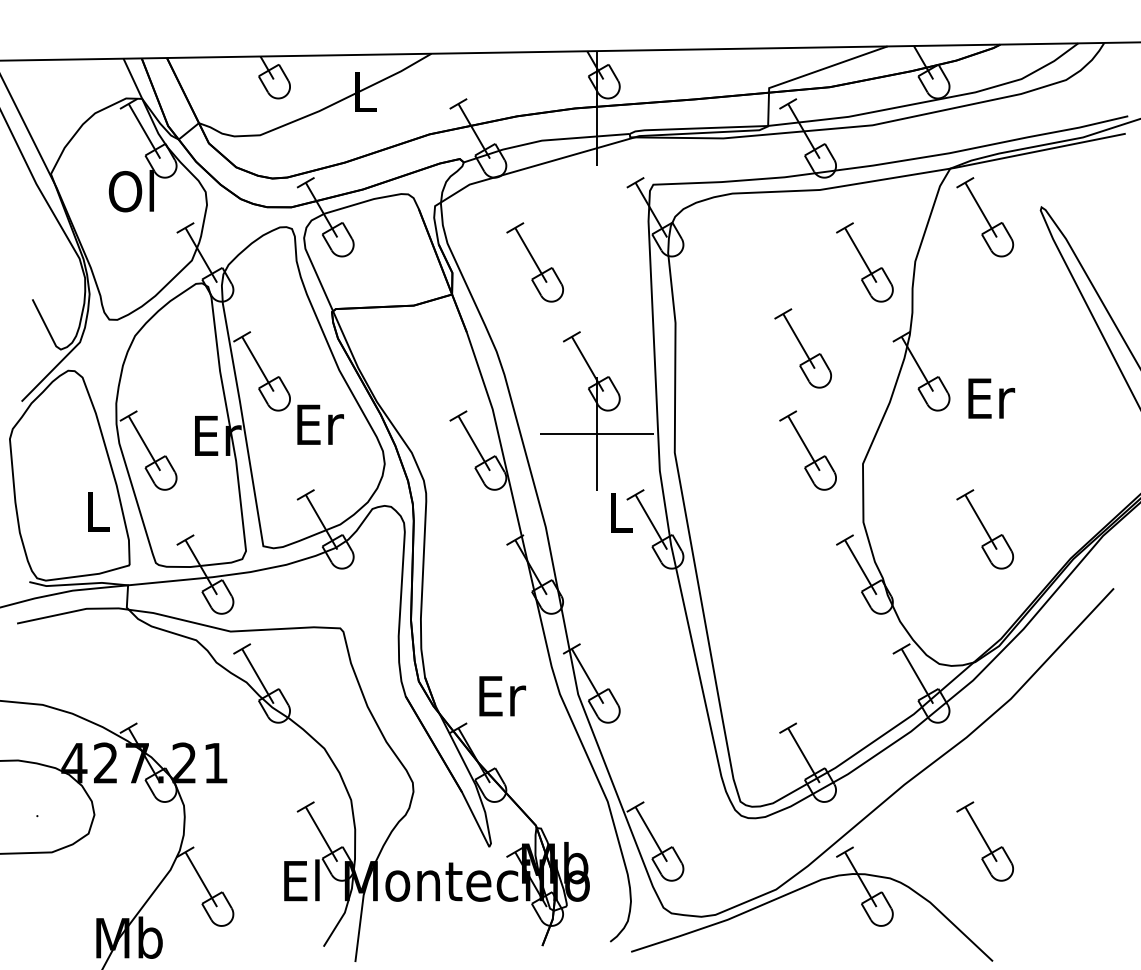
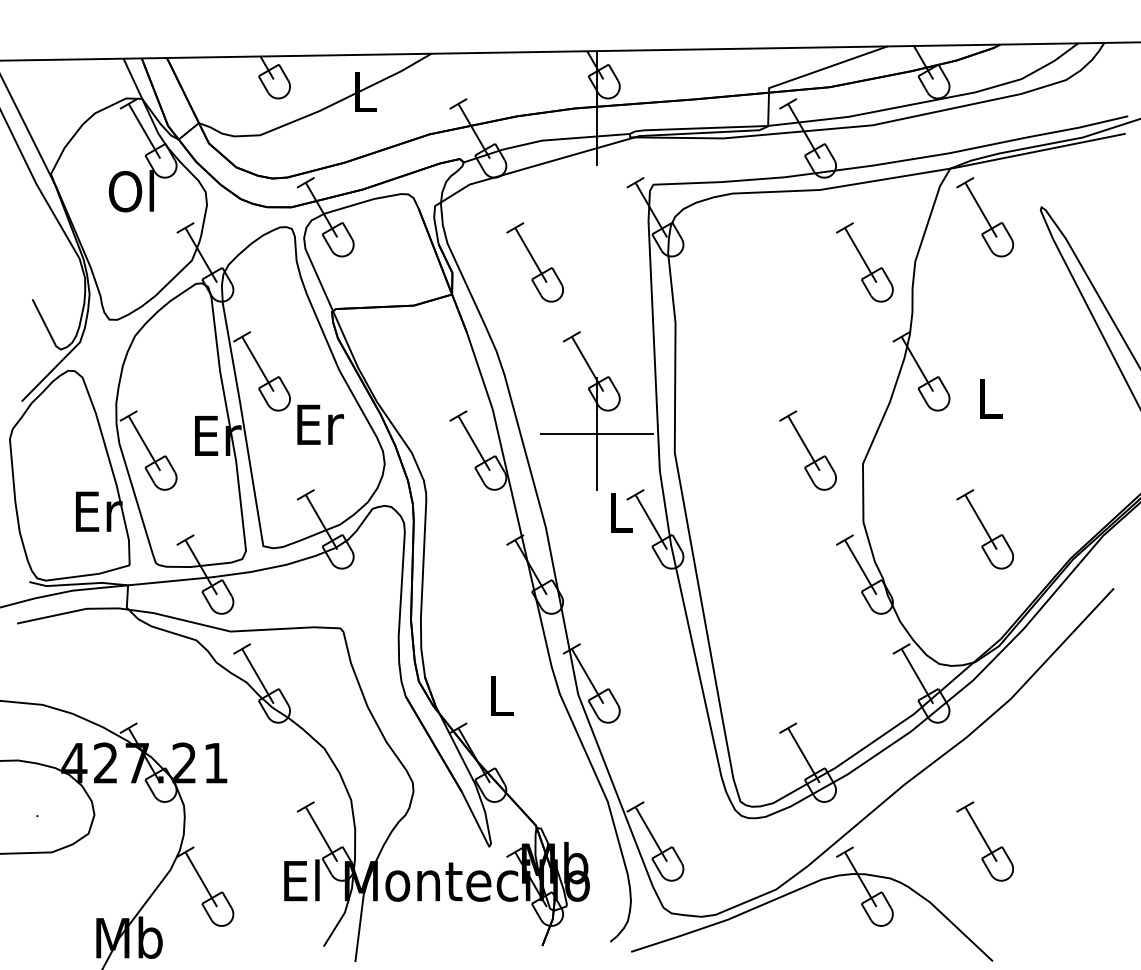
part at (802, 348): present -> none
text at (991, 398): Er -> L
text at (99, 511): L -> Er
text at (502, 696): Er -> L
